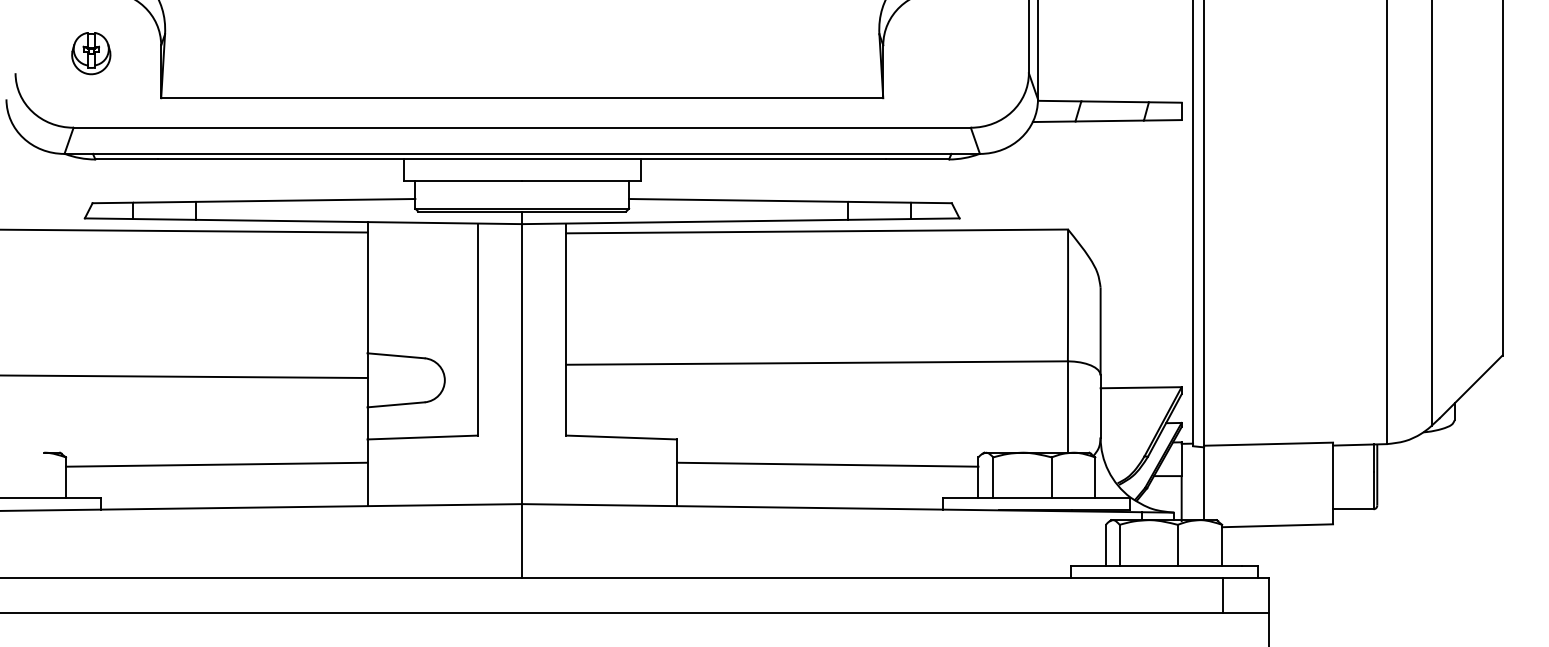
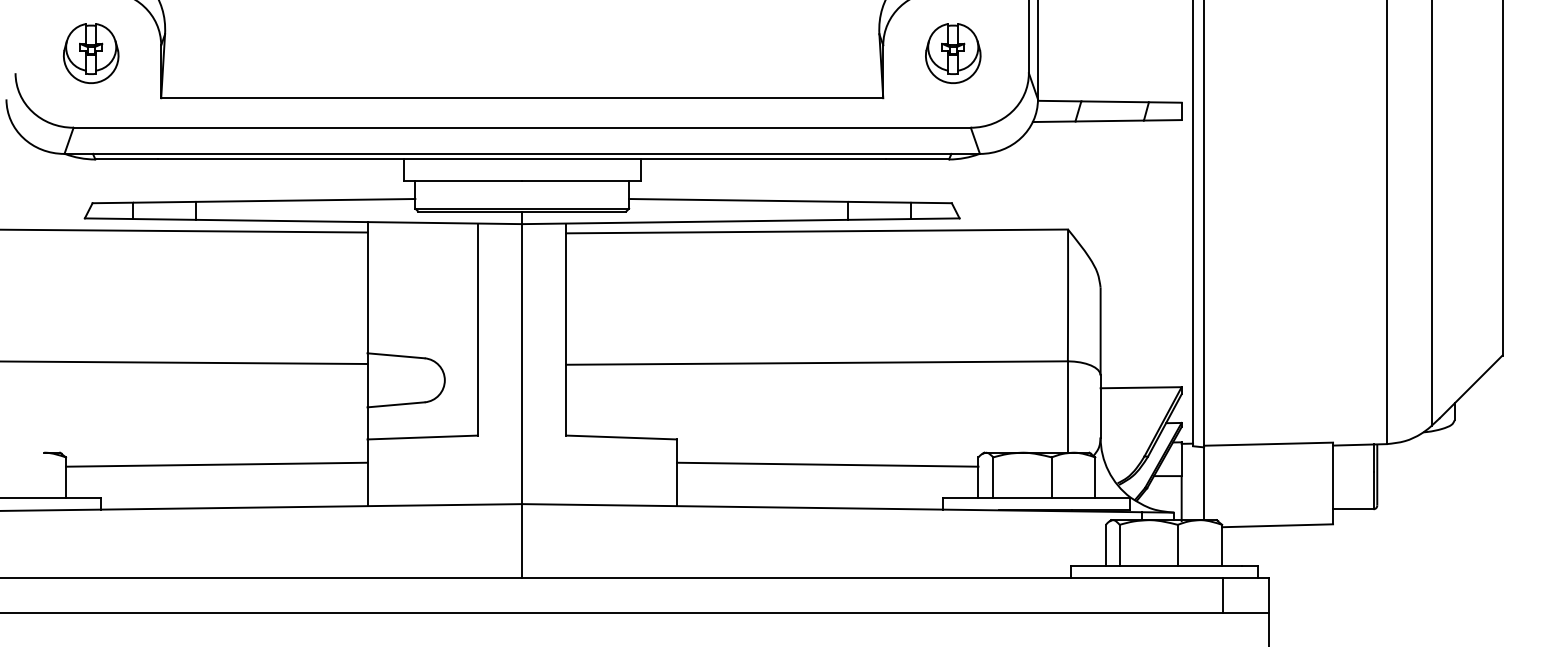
part at (91, 53) size: 41x44 px -> 57x61 px
part at (953, 53): none -> present
line at (184, 376) position: (184, 376) -> (184, 362)
